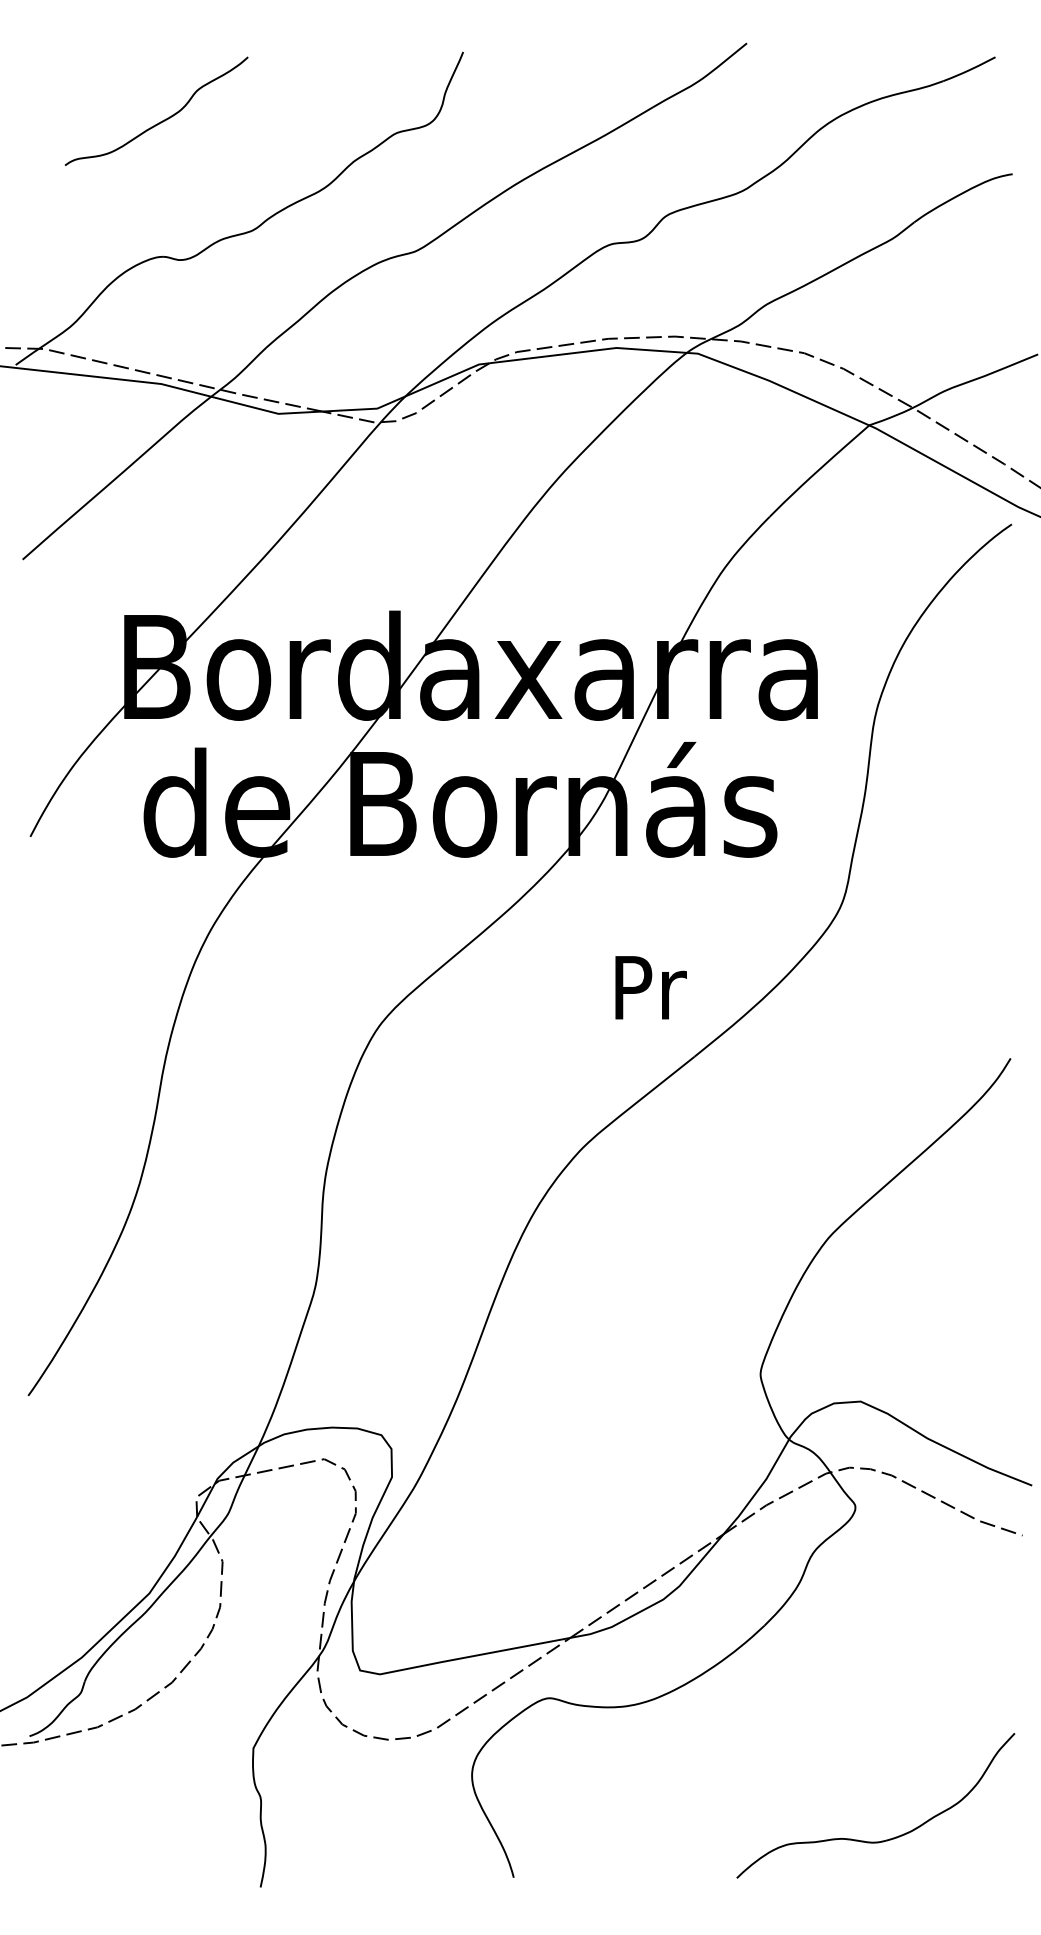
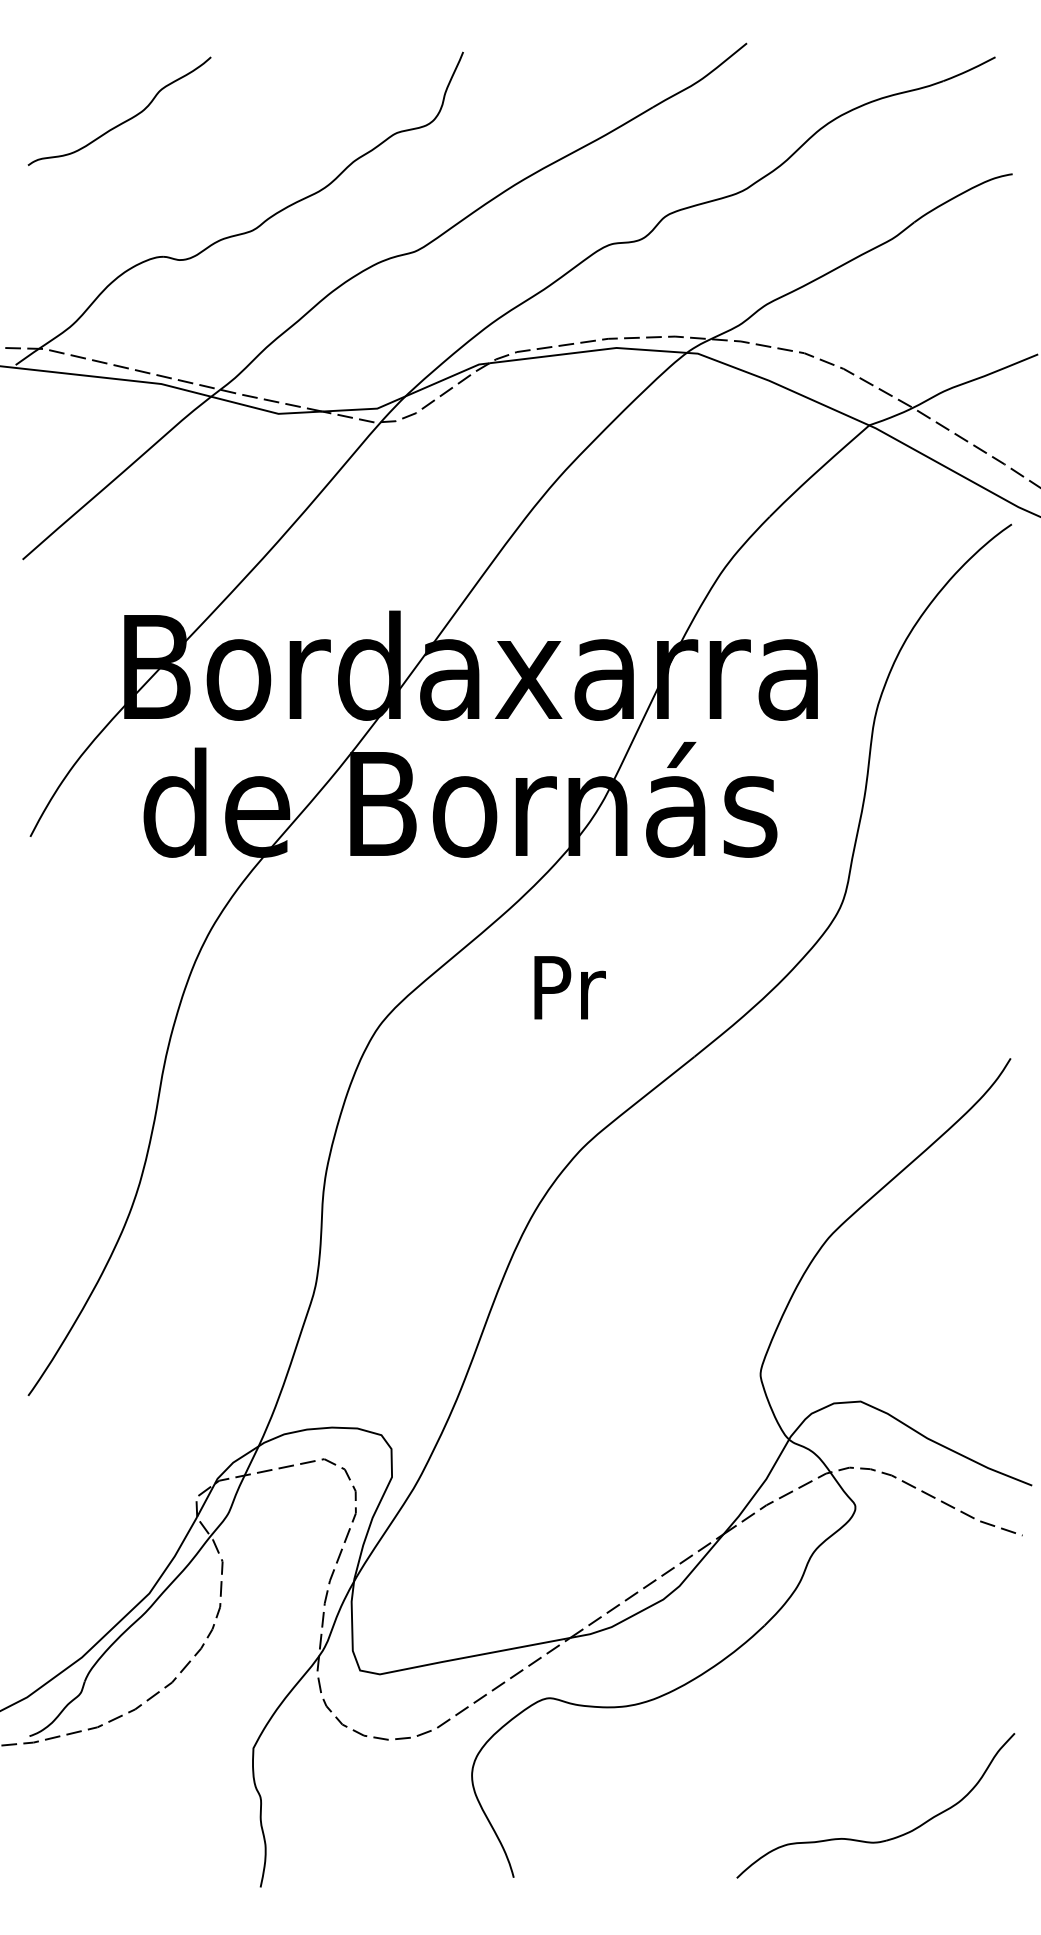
curve at (162, 120) position: (162, 120) -> (125, 120)
text at (650, 987) position: (650, 987) -> (569, 987)
